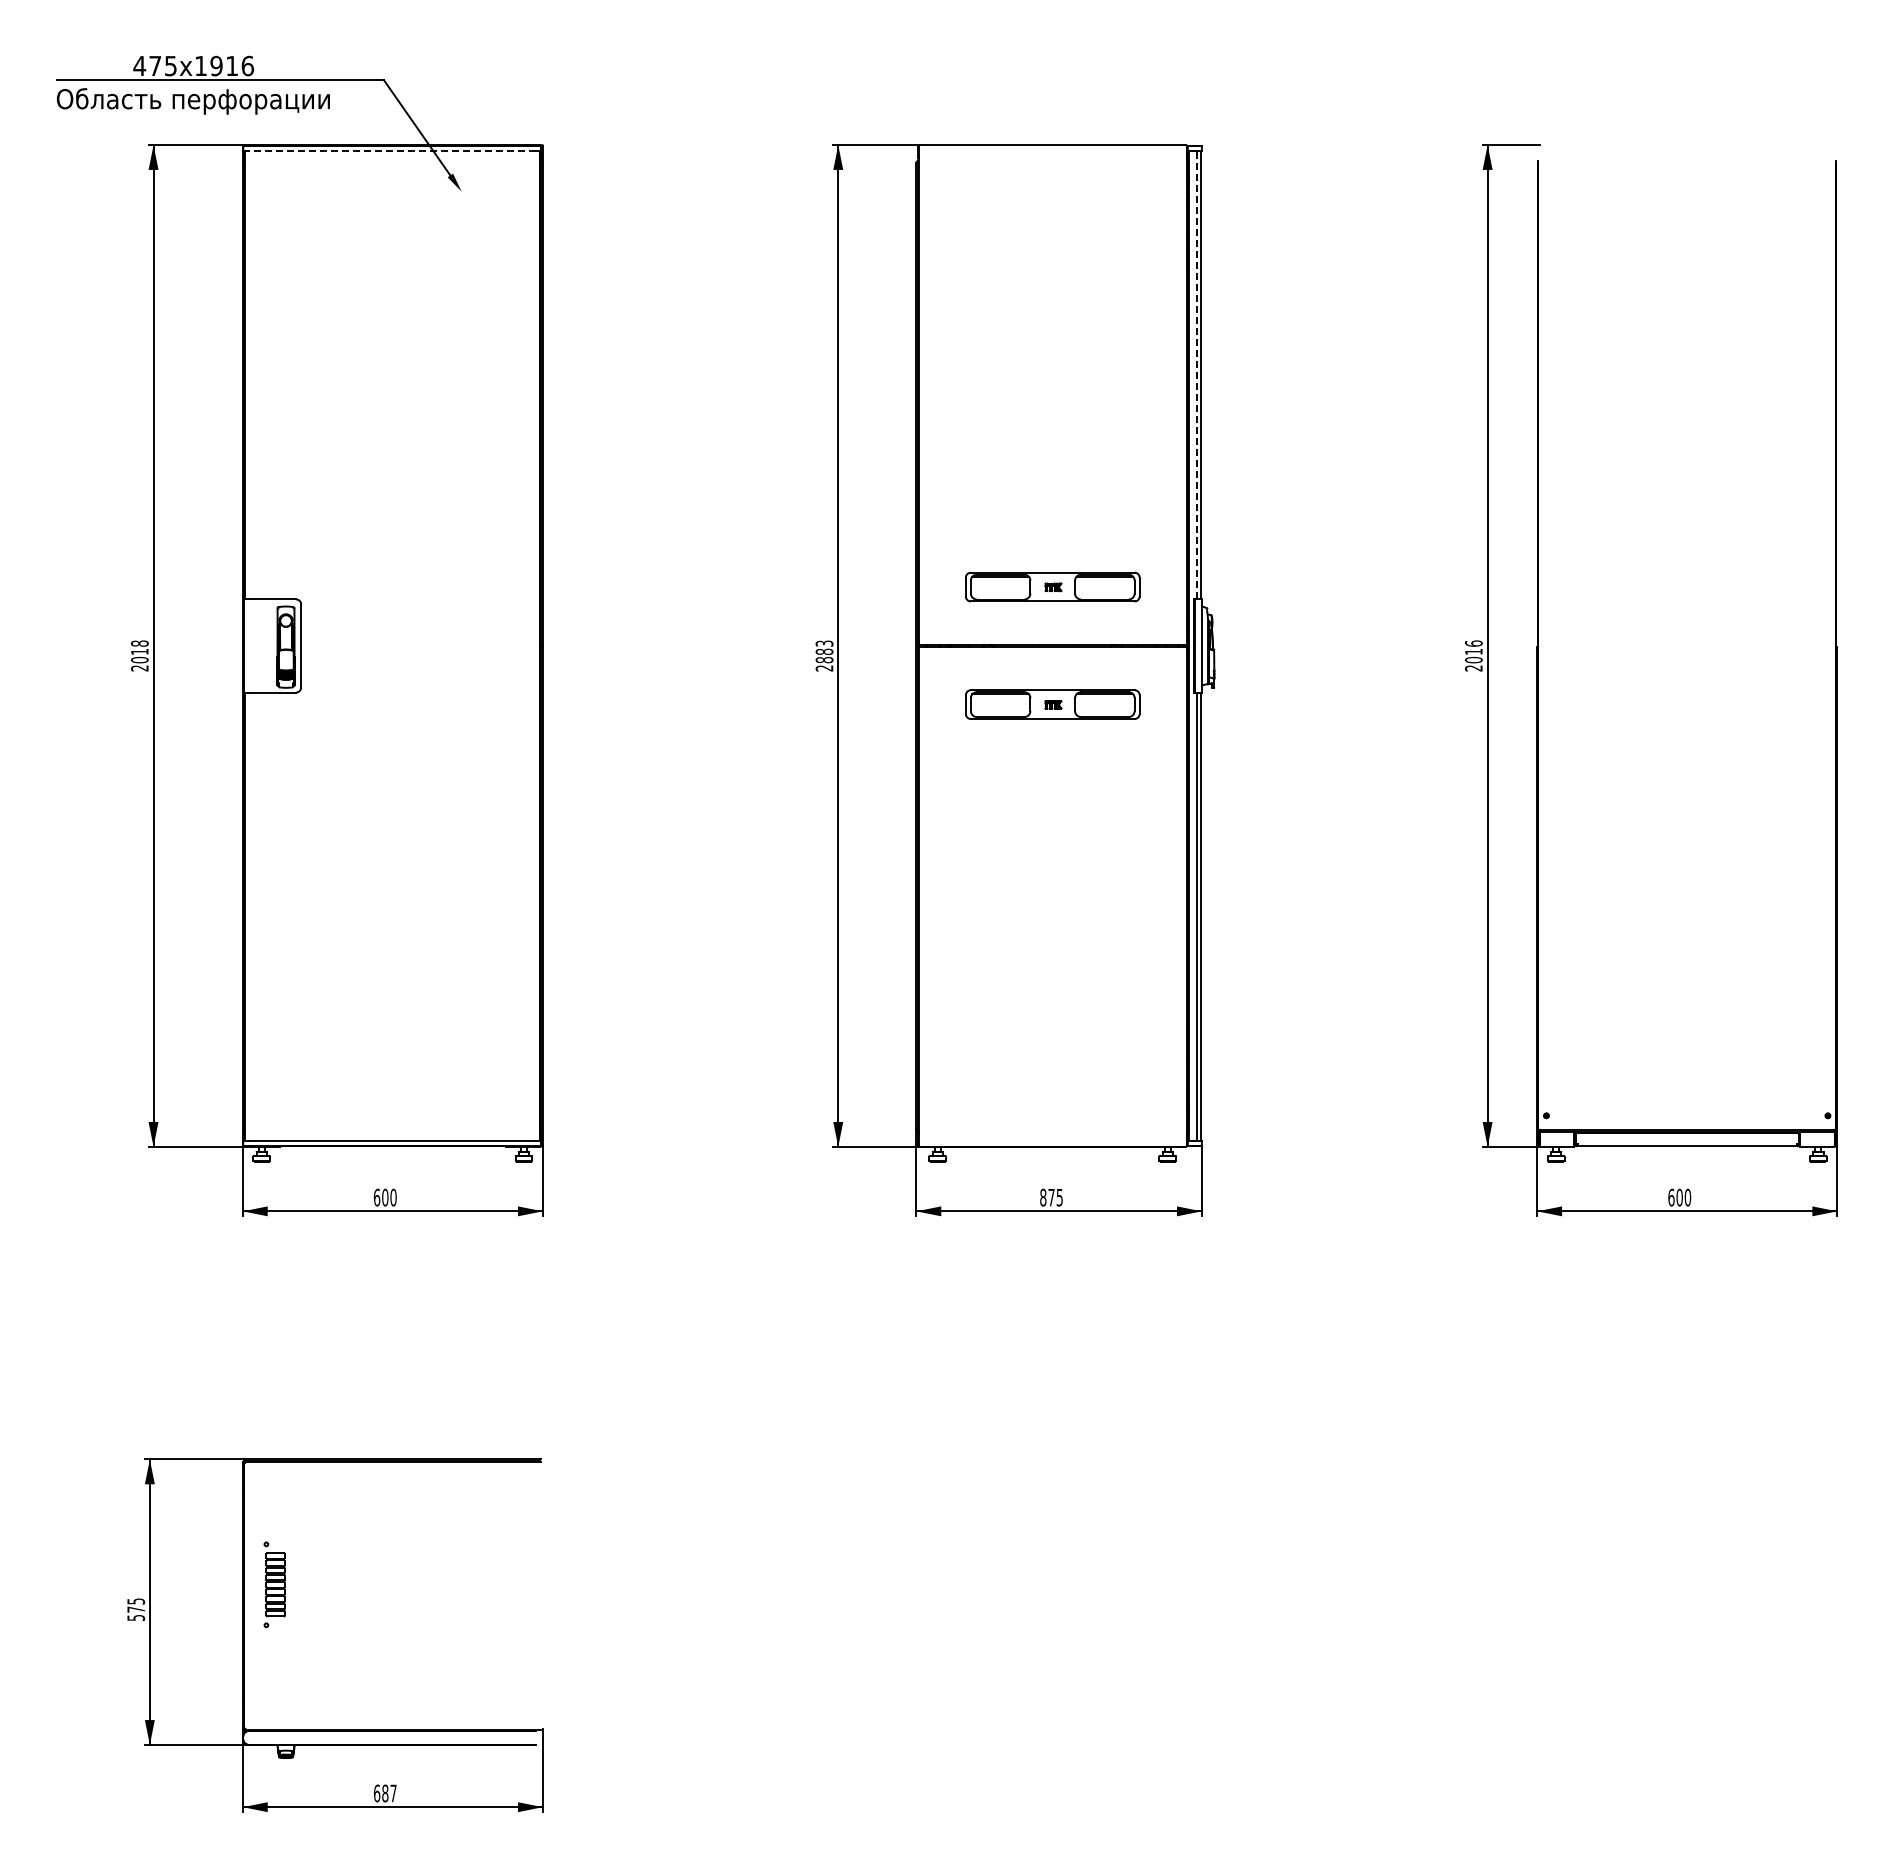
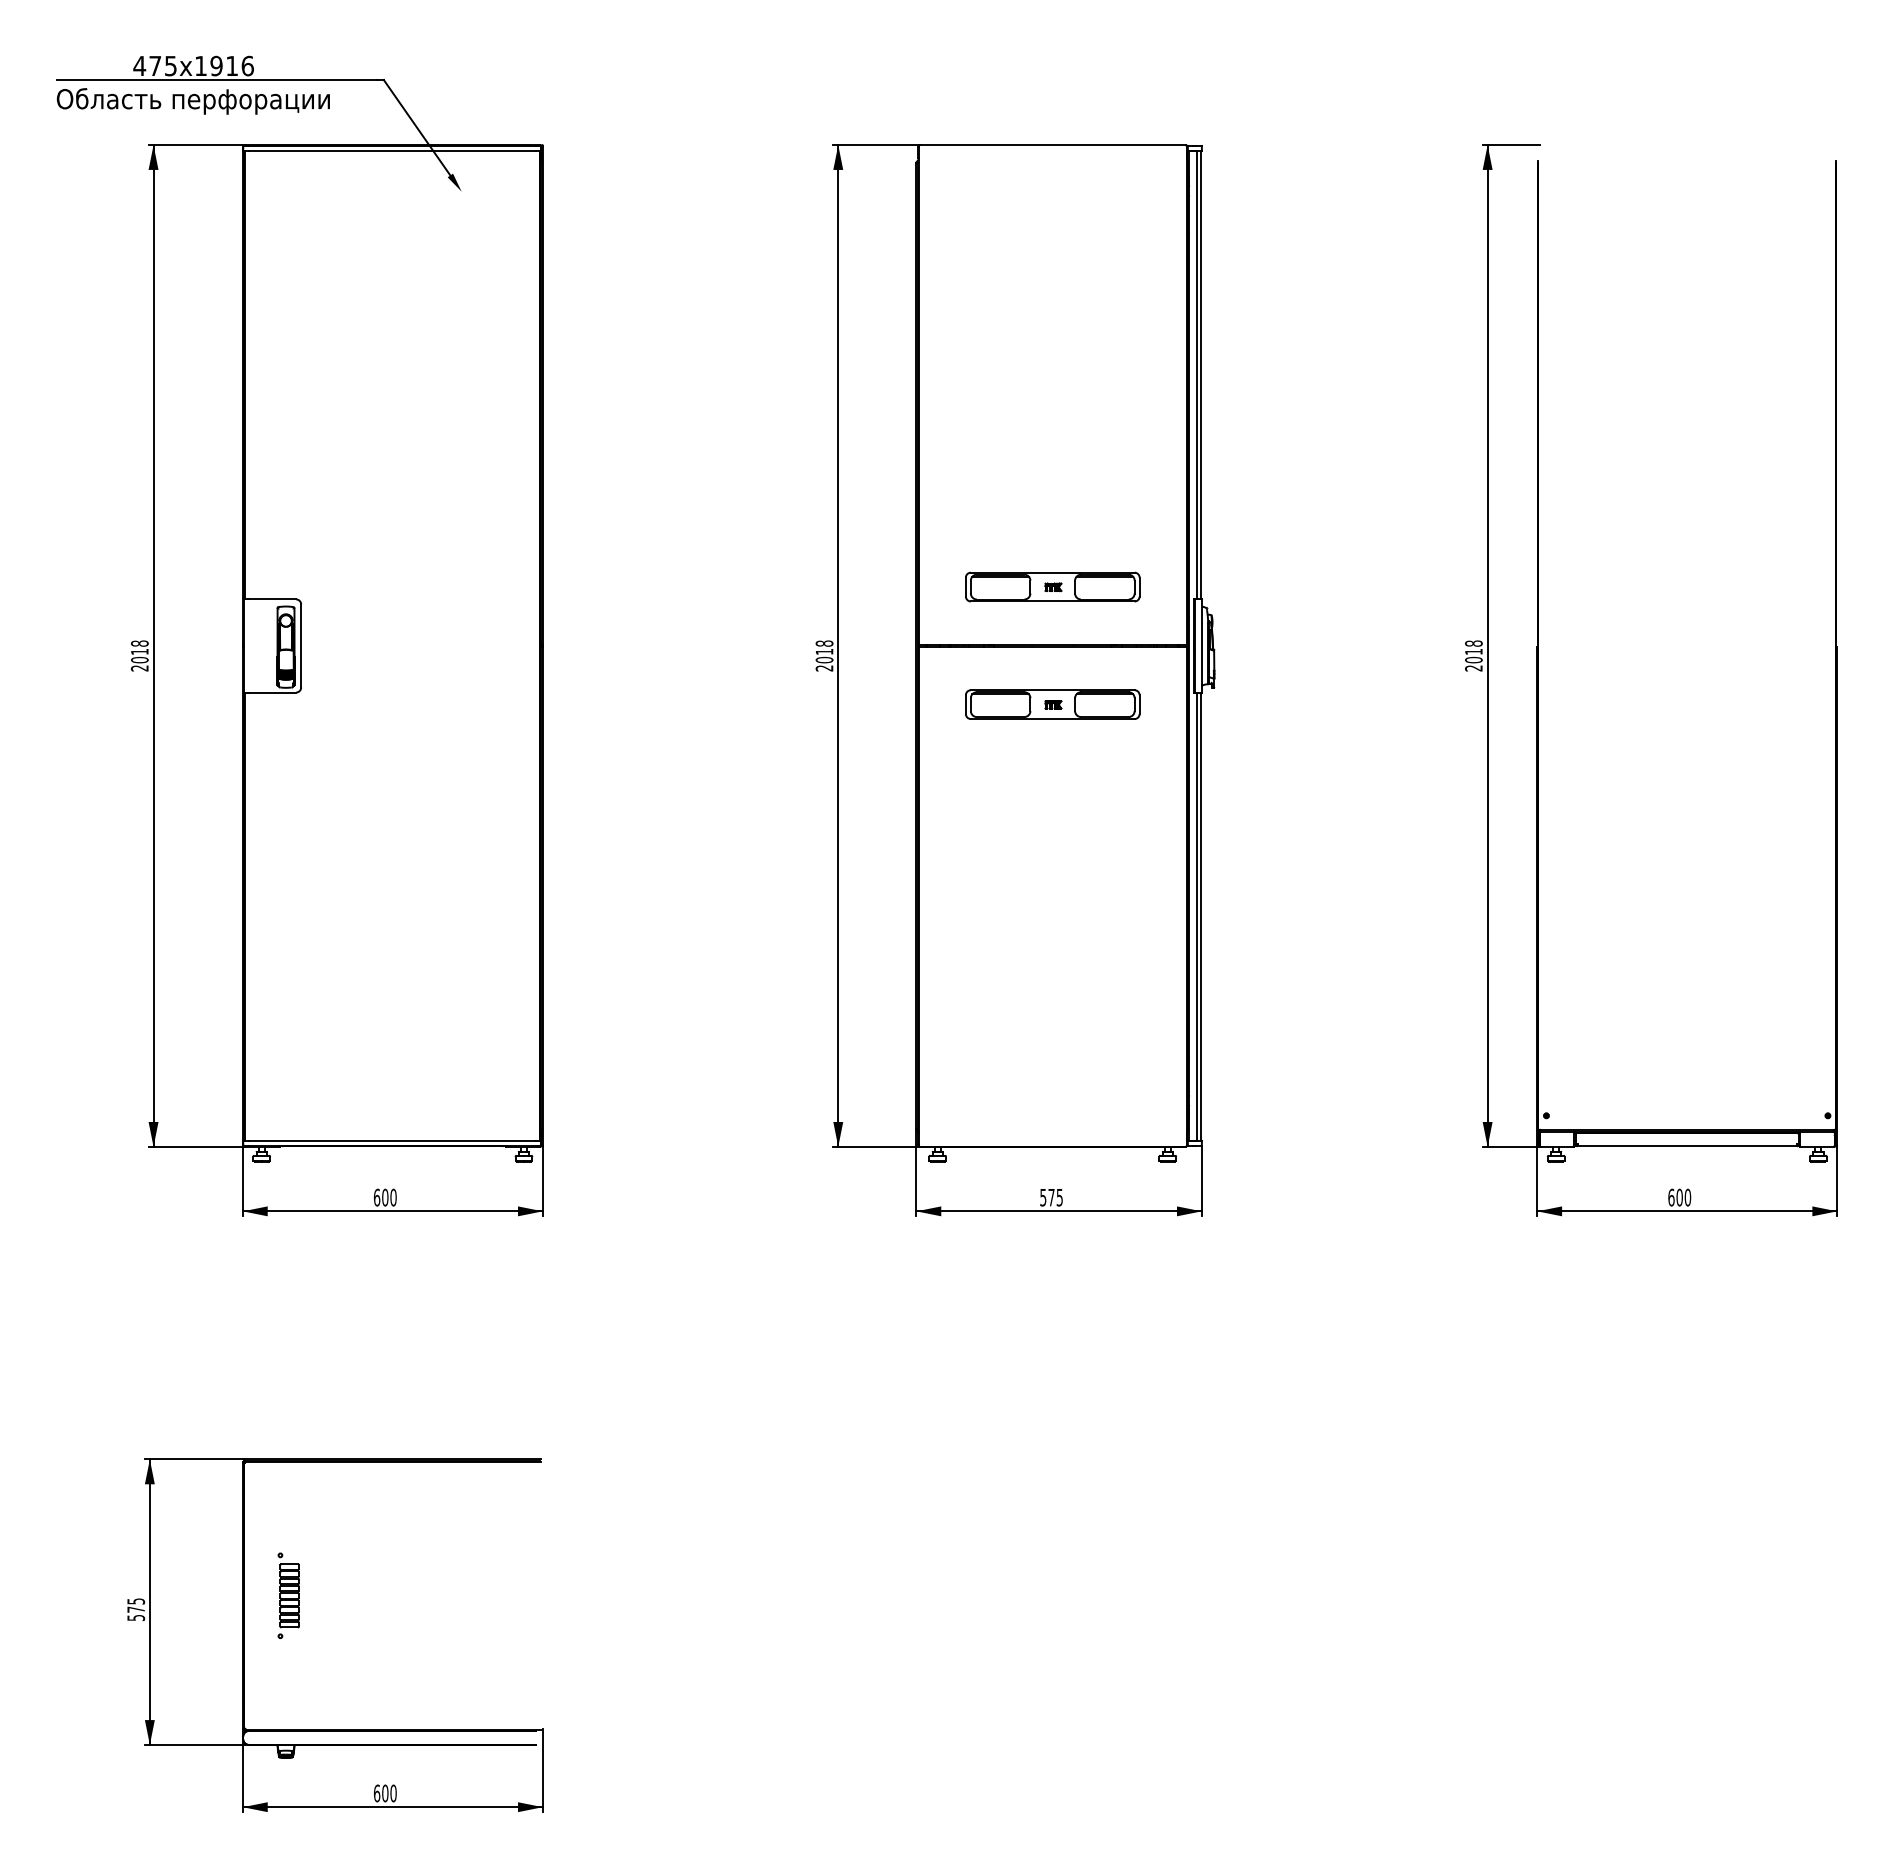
line at (391, 150): dashed -> solid
line at (1196, 374): dashed -> solid
text at (1473, 643): 2016 -> 2018
text at (824, 651): 2883 -> 2018
text at (1043, 1197): 875 -> 575
part at (274, 1584) position: (274, 1584) -> (288, 1595)
text at (389, 1793): 687 -> 600
